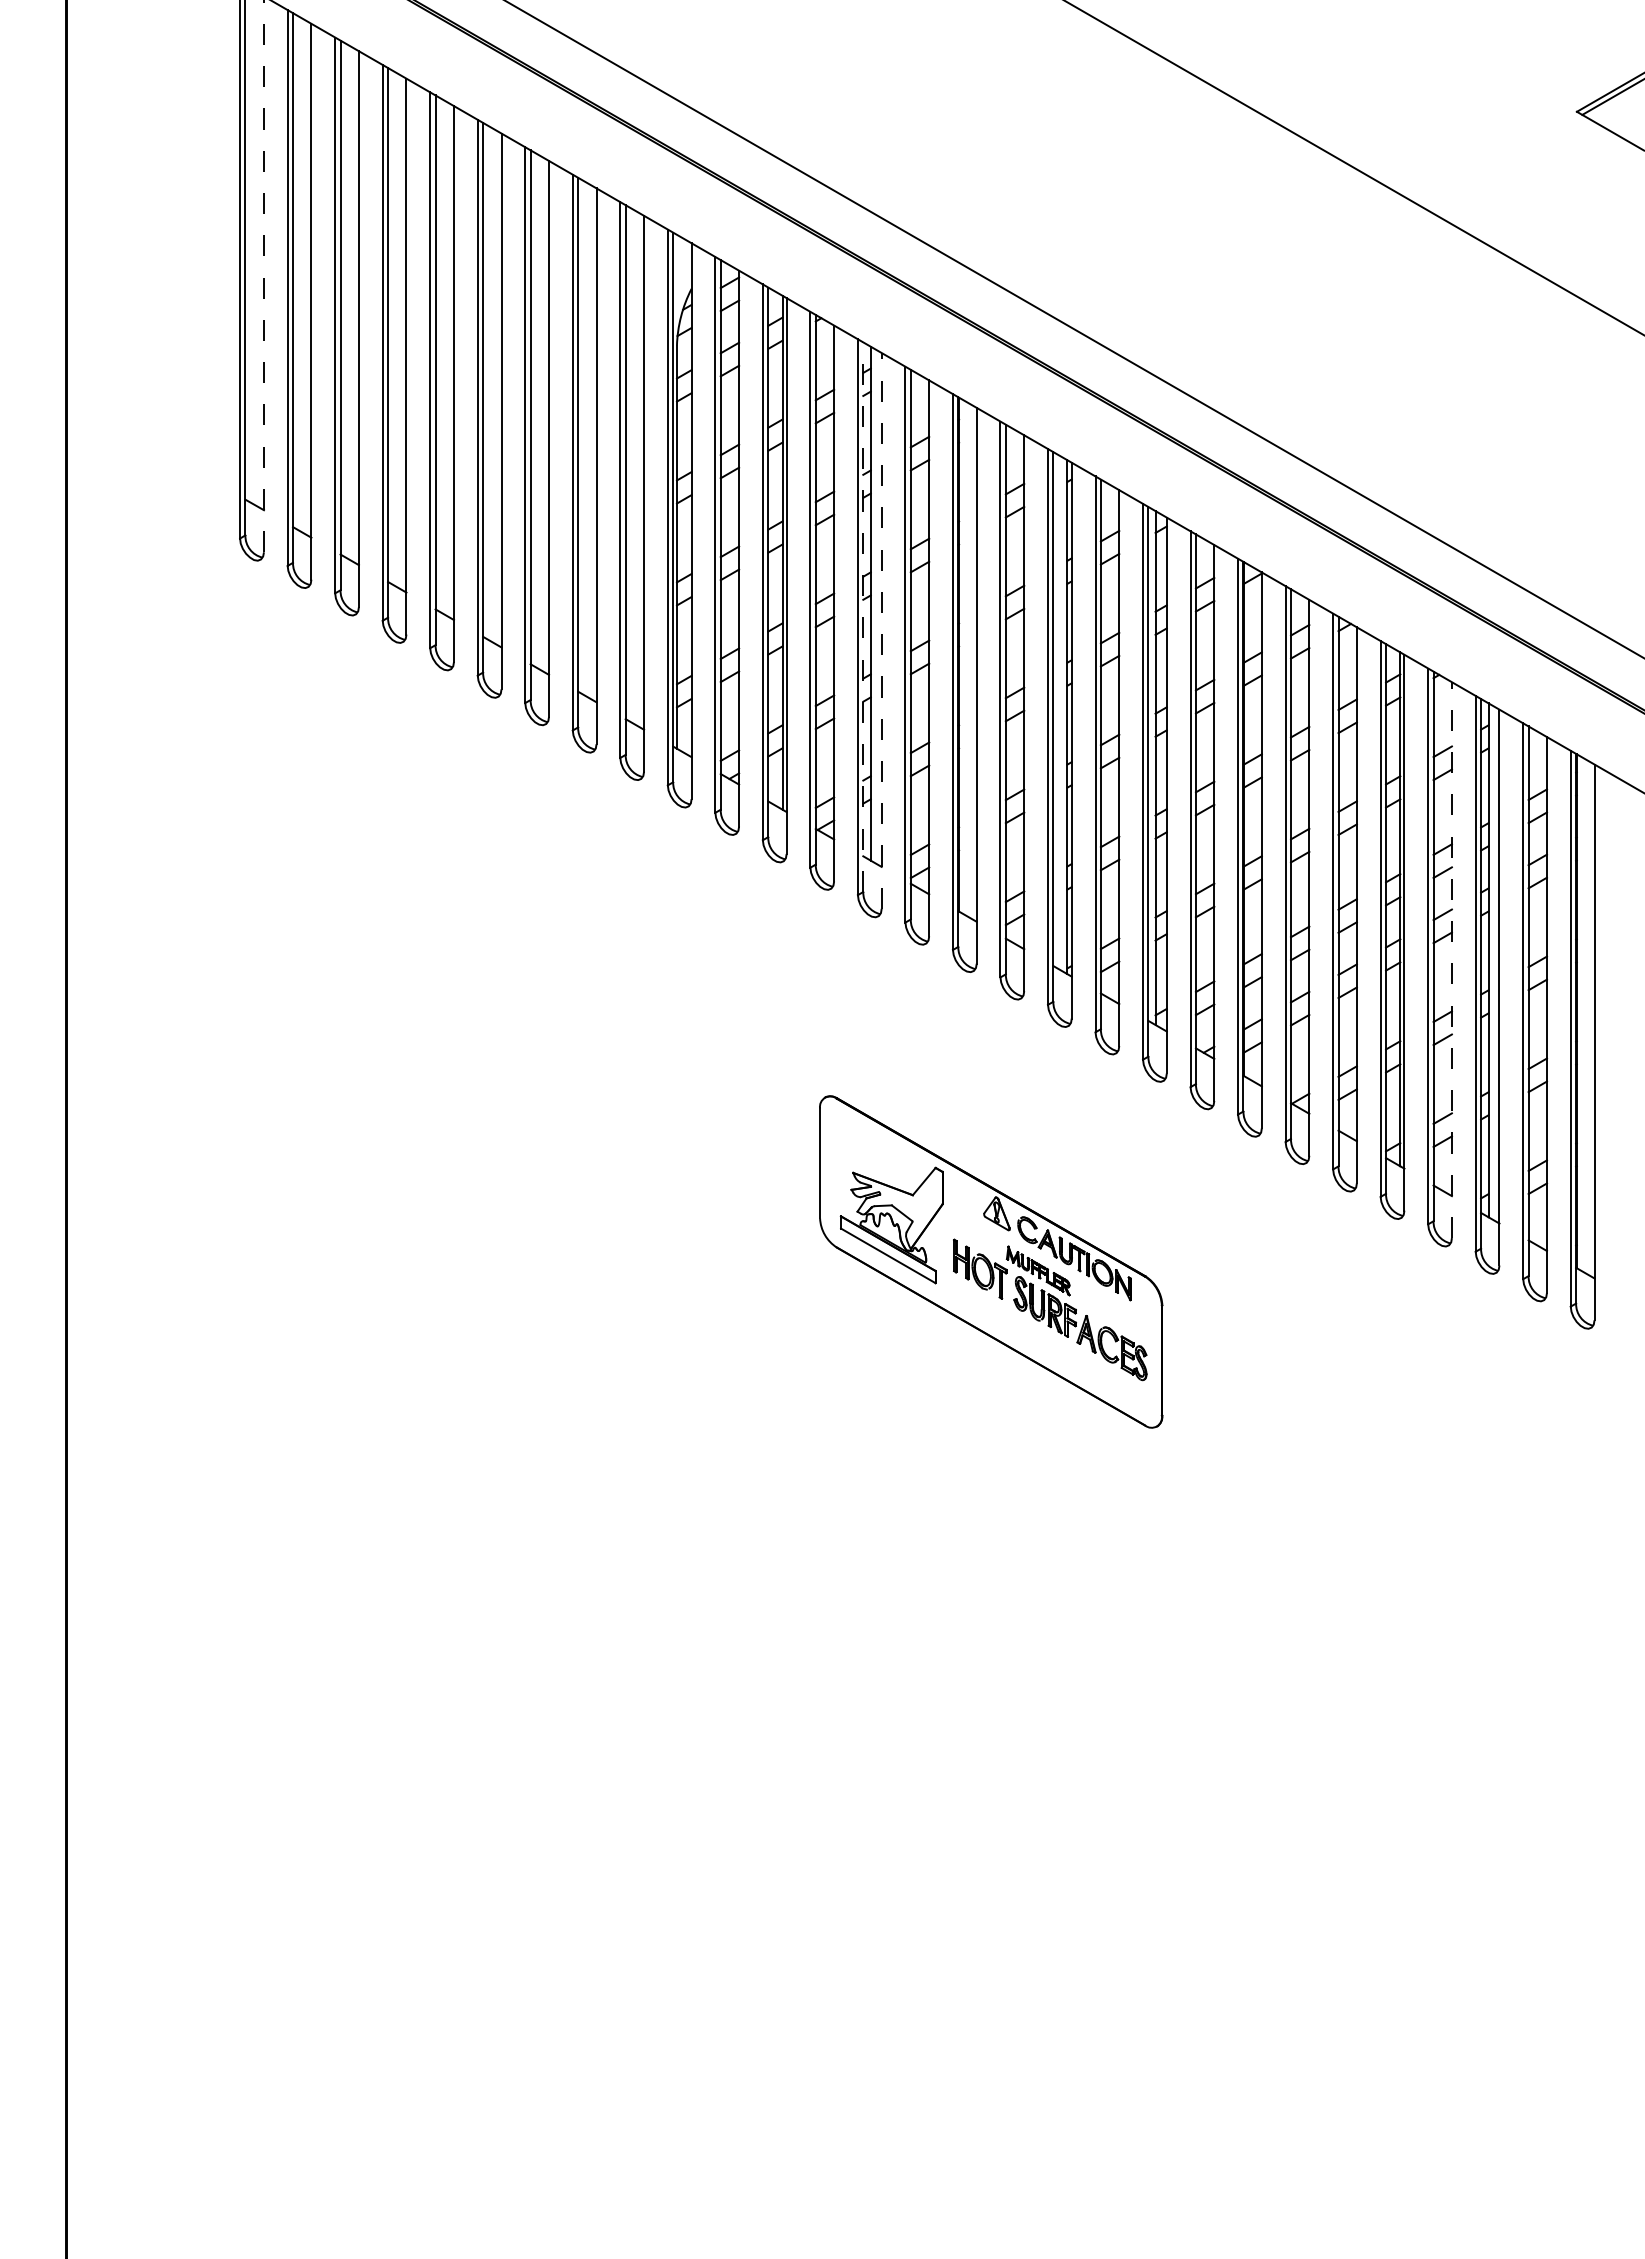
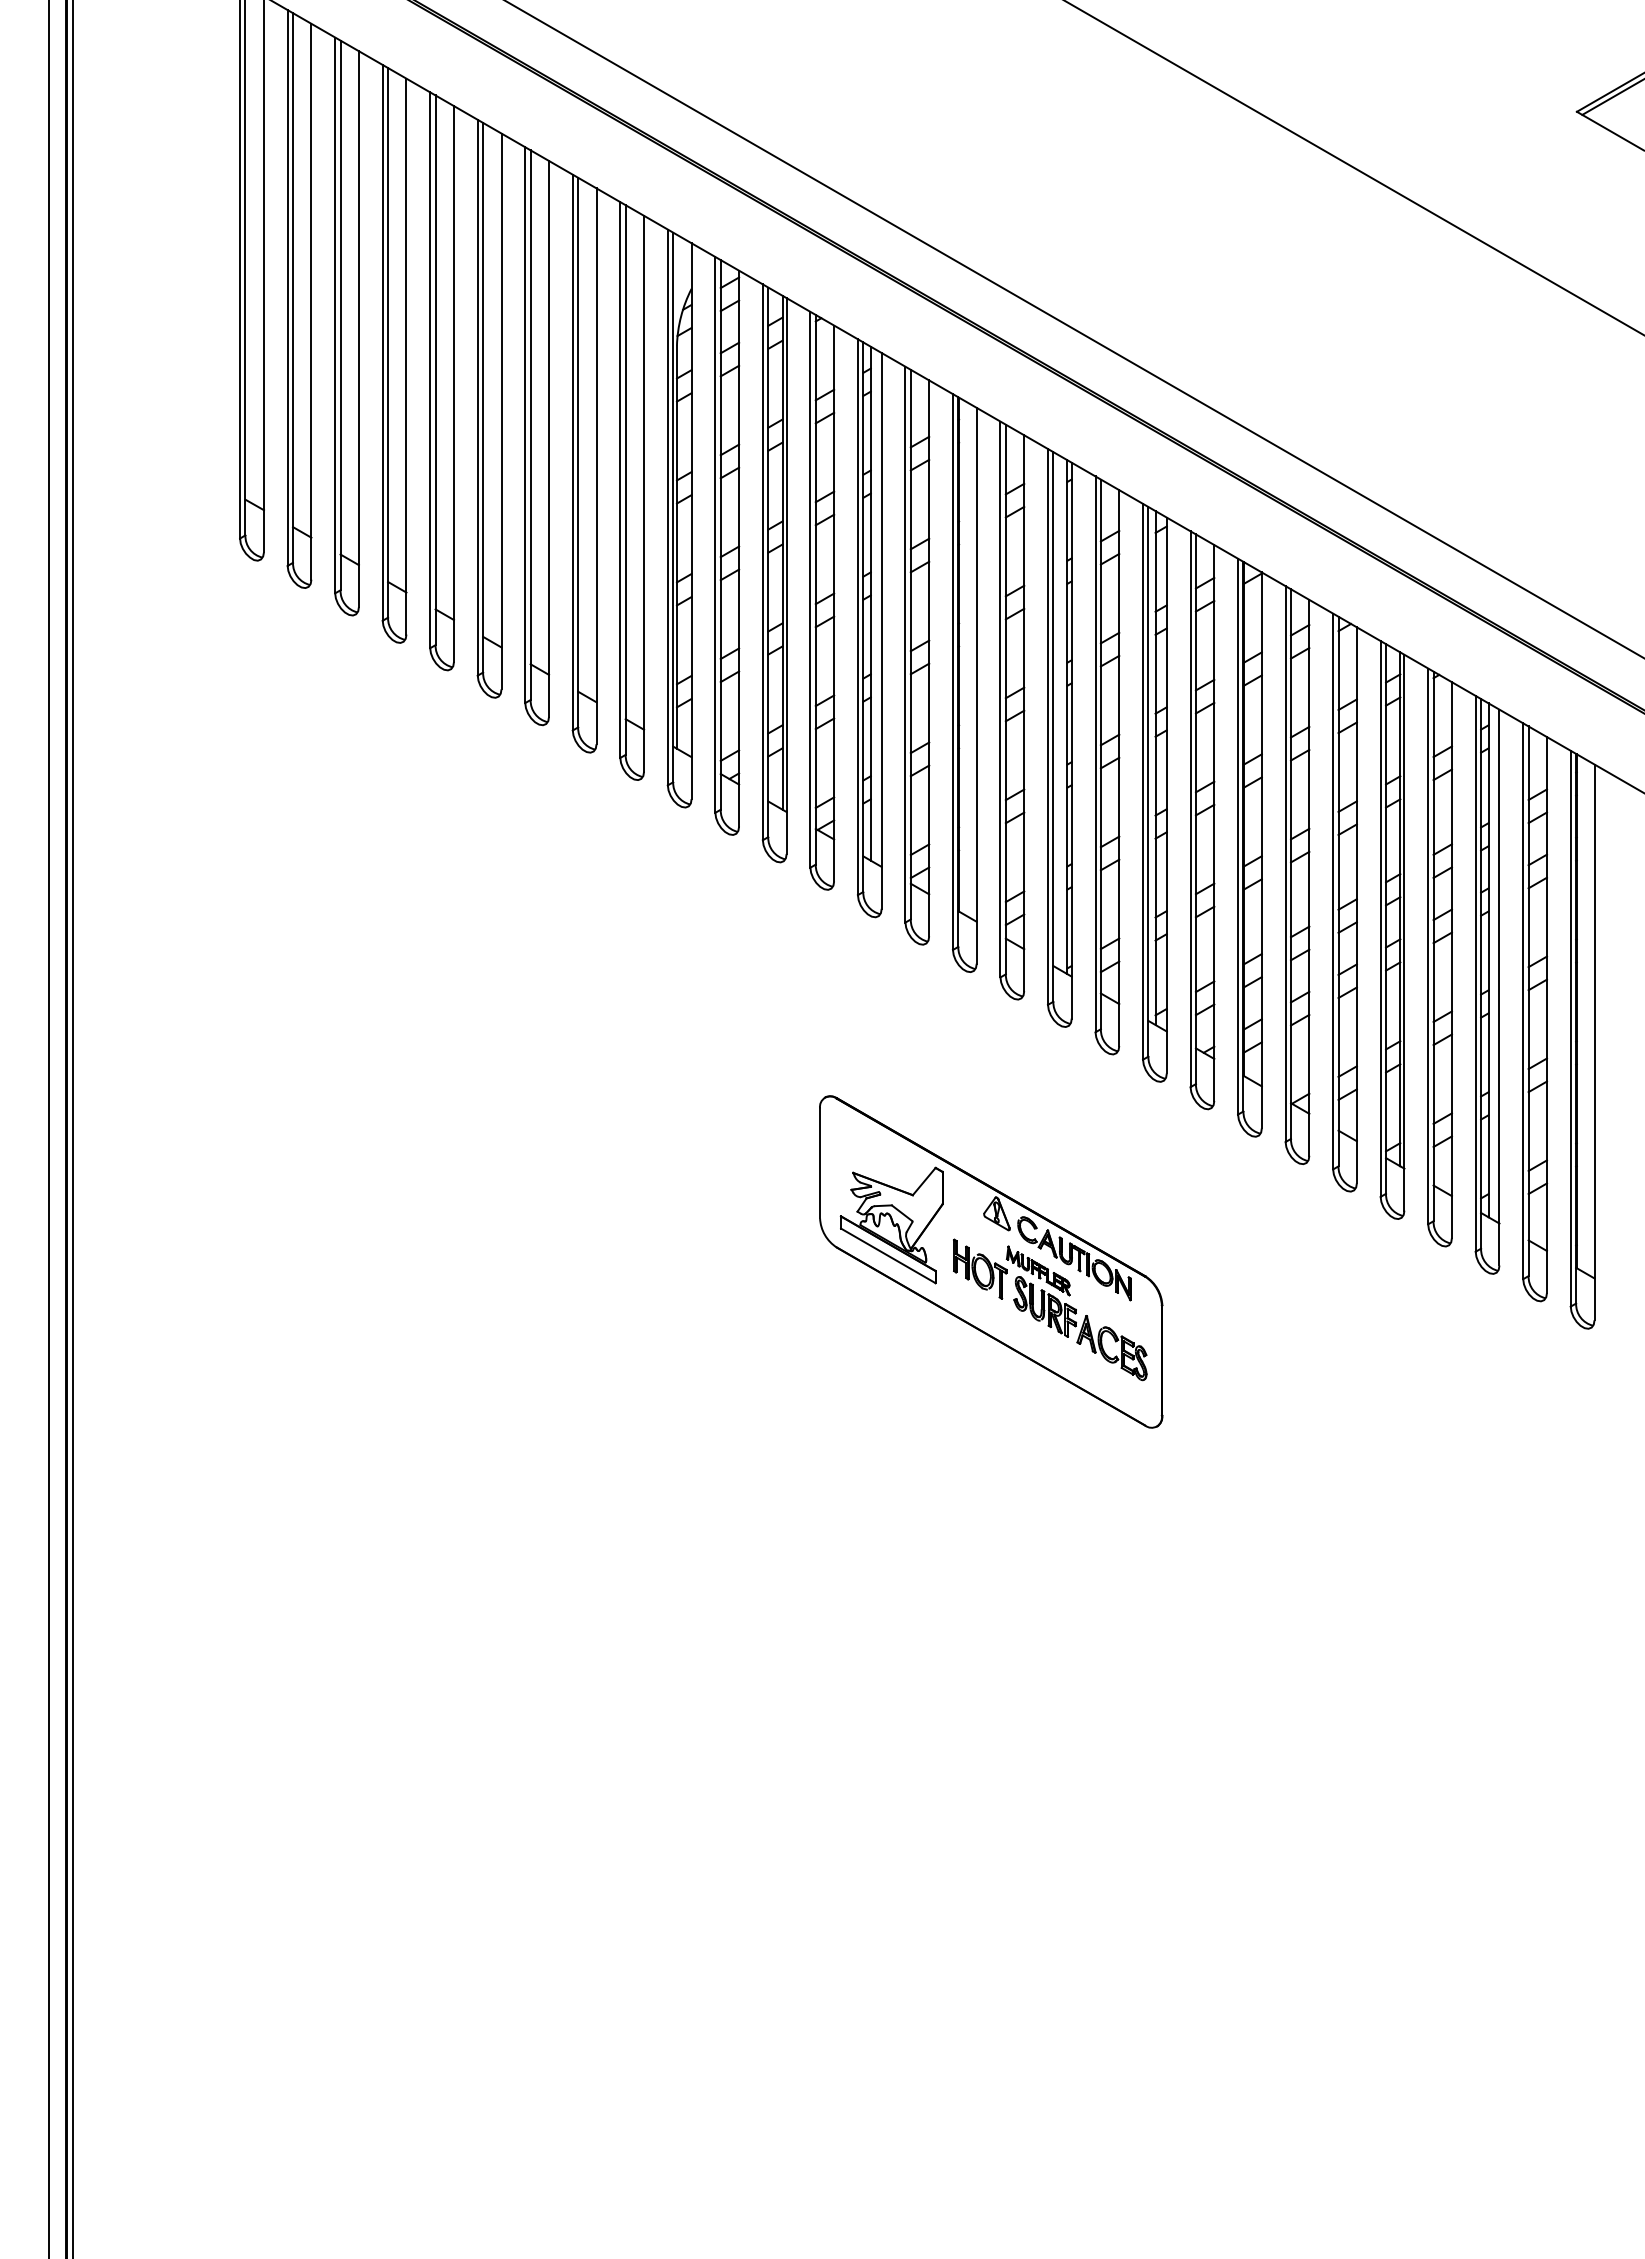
line at (264, 276): dashed -> solid
line at (863, 617): dashed -> solid
line at (881, 630): dashed -> solid
line at (1451, 960): dashed -> solid
line at (49, 1128): none -> present
line at (72, 1128): none -> present
